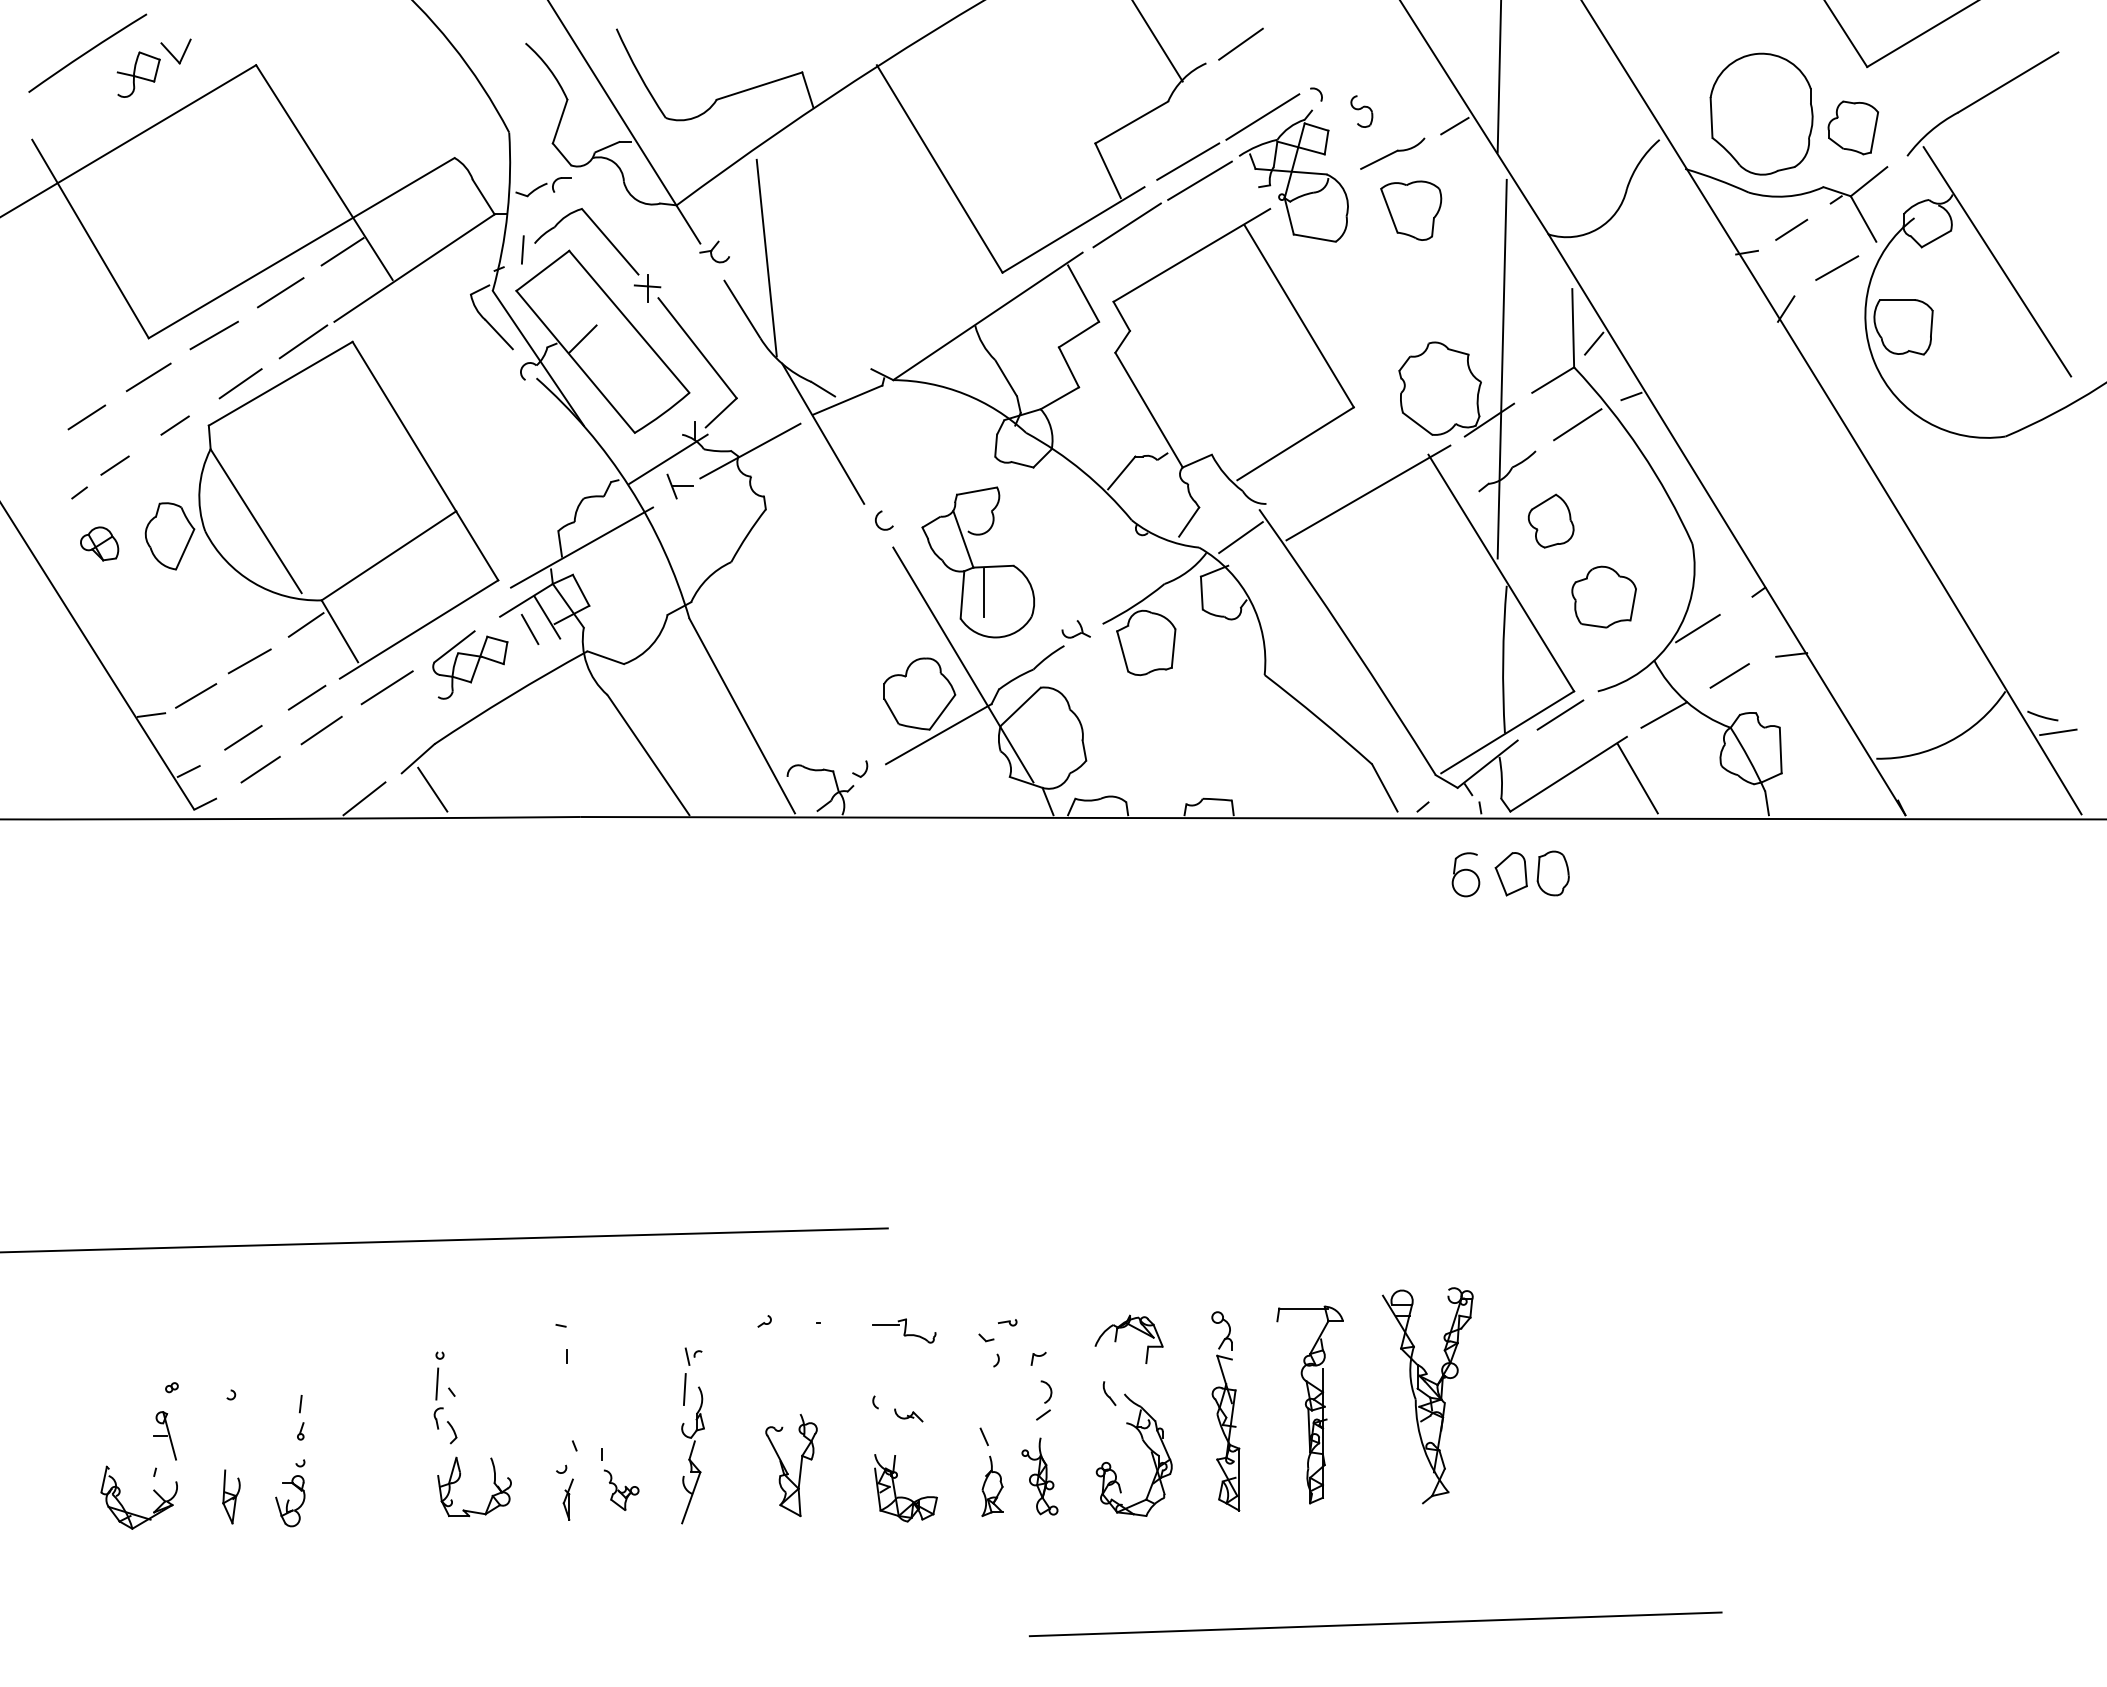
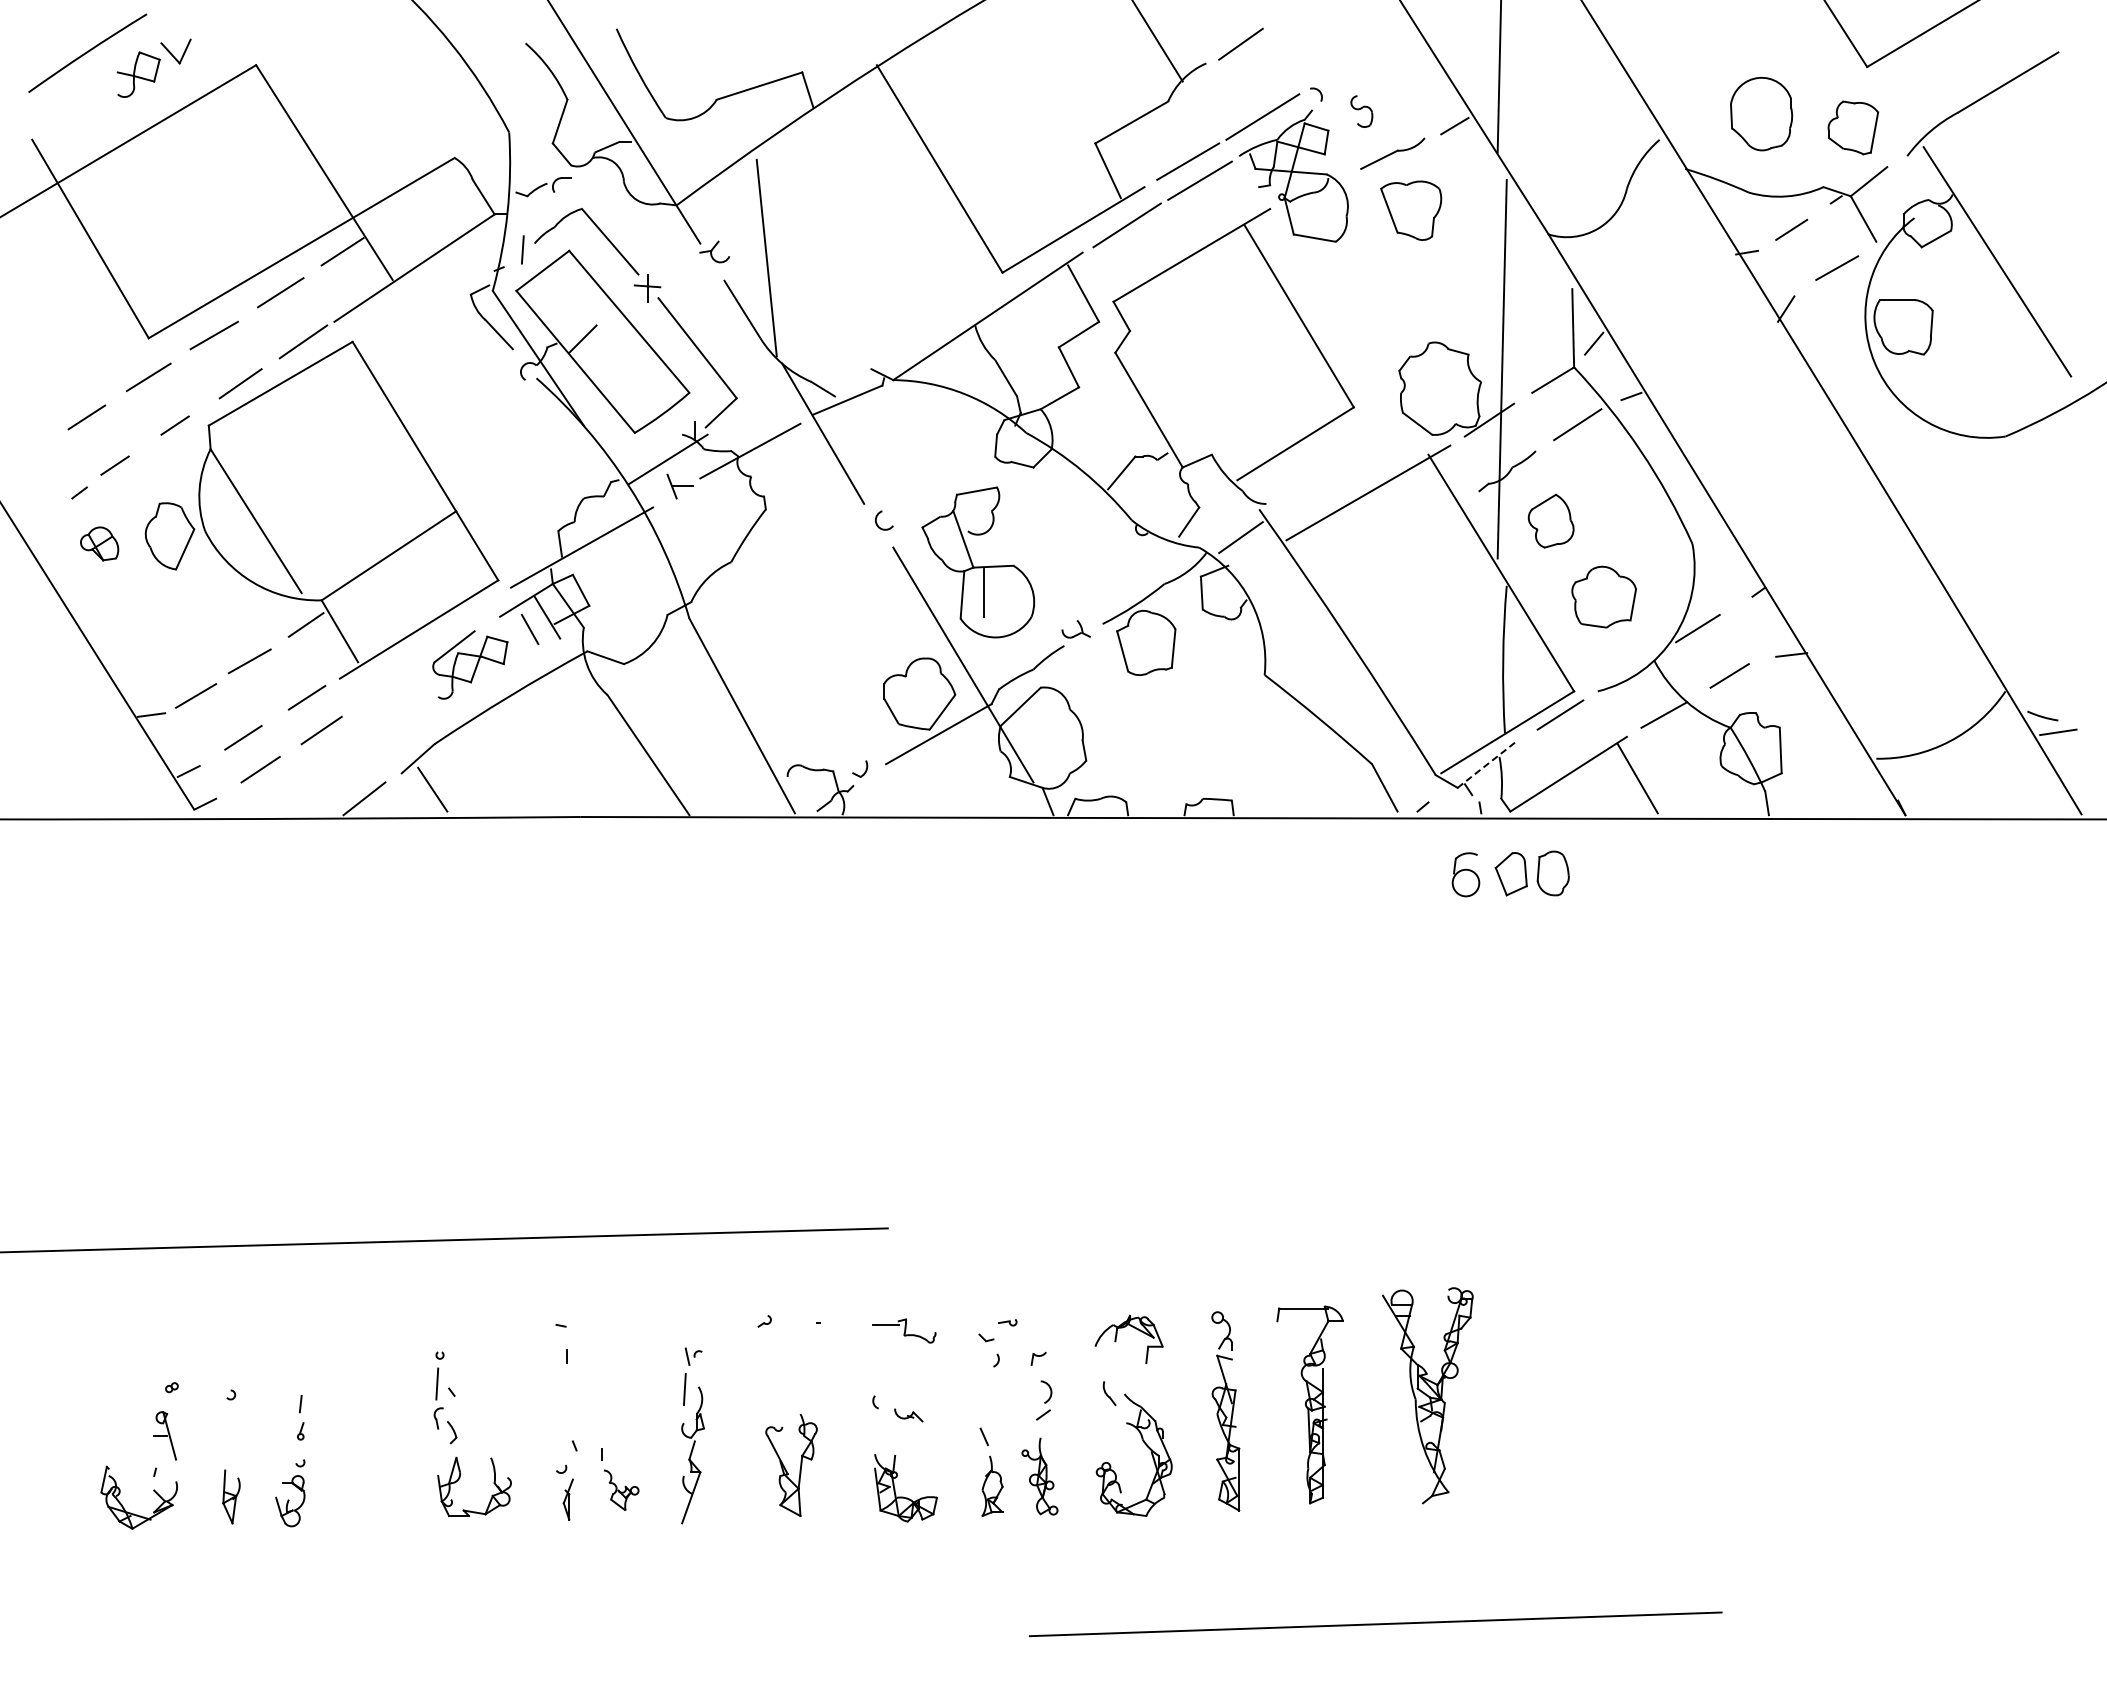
part at (1761, 113) size: 105x124 px -> 64x76 px
line at (386, 687): present -> none
line at (1488, 763): solid -> dashed
